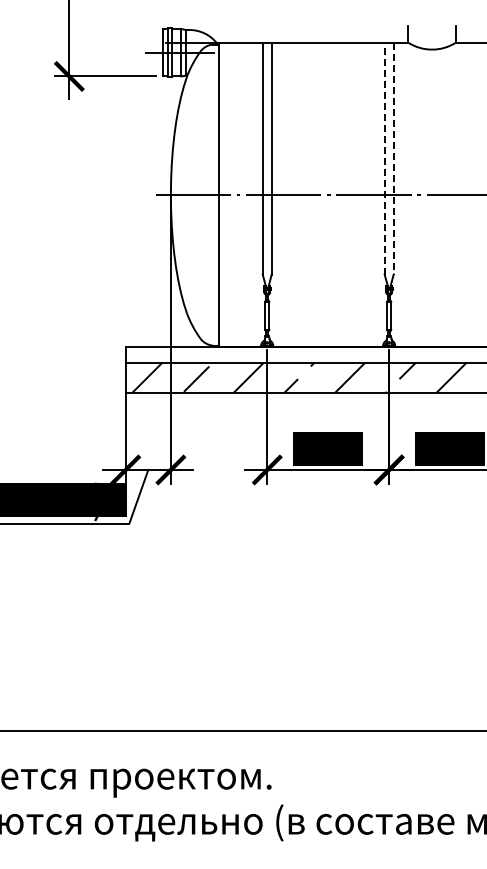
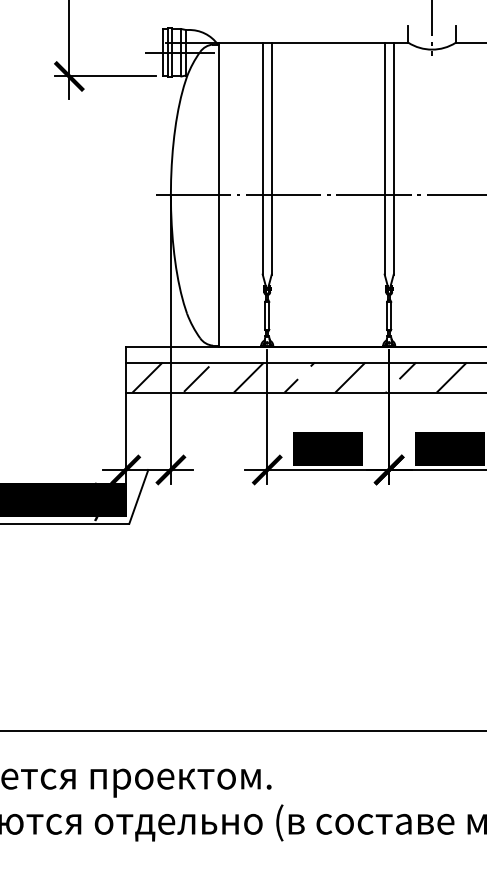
line at (432, 28): none -> present
line at (384, 158): dashed -> solid
line at (393, 158): dashed -> solid
